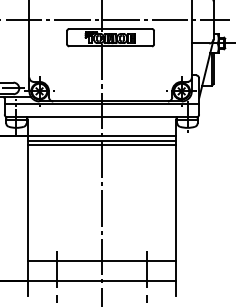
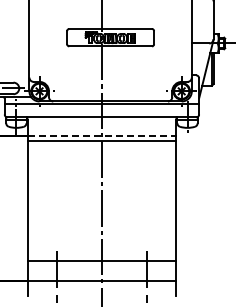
line at (115, 20): present -> none
line at (101, 136): solid -> dashed
line at (101, 145): present -> none
